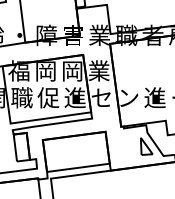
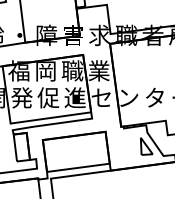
text at (99, 35): 業 -> 求
text at (72, 70): 岡 -> 職
text at (21, 97): 職 -> 発
text at (154, 97): 進 -> タ
